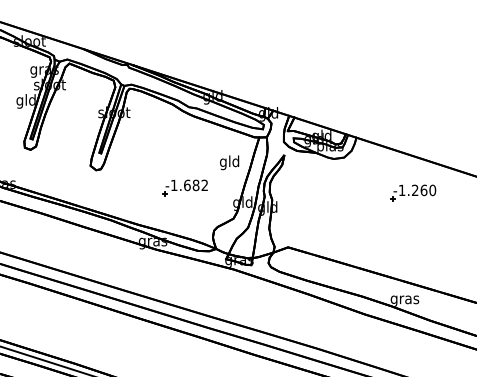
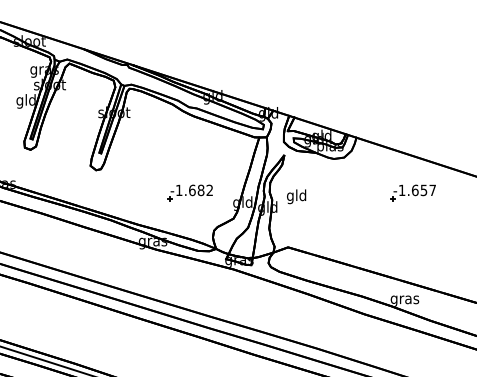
text at (229, 162) position: (229, 162) -> (296, 196)
part at (184, 187) position: (184, 187) -> (189, 192)
text at (423, 190): -1.260 -> -1.657
